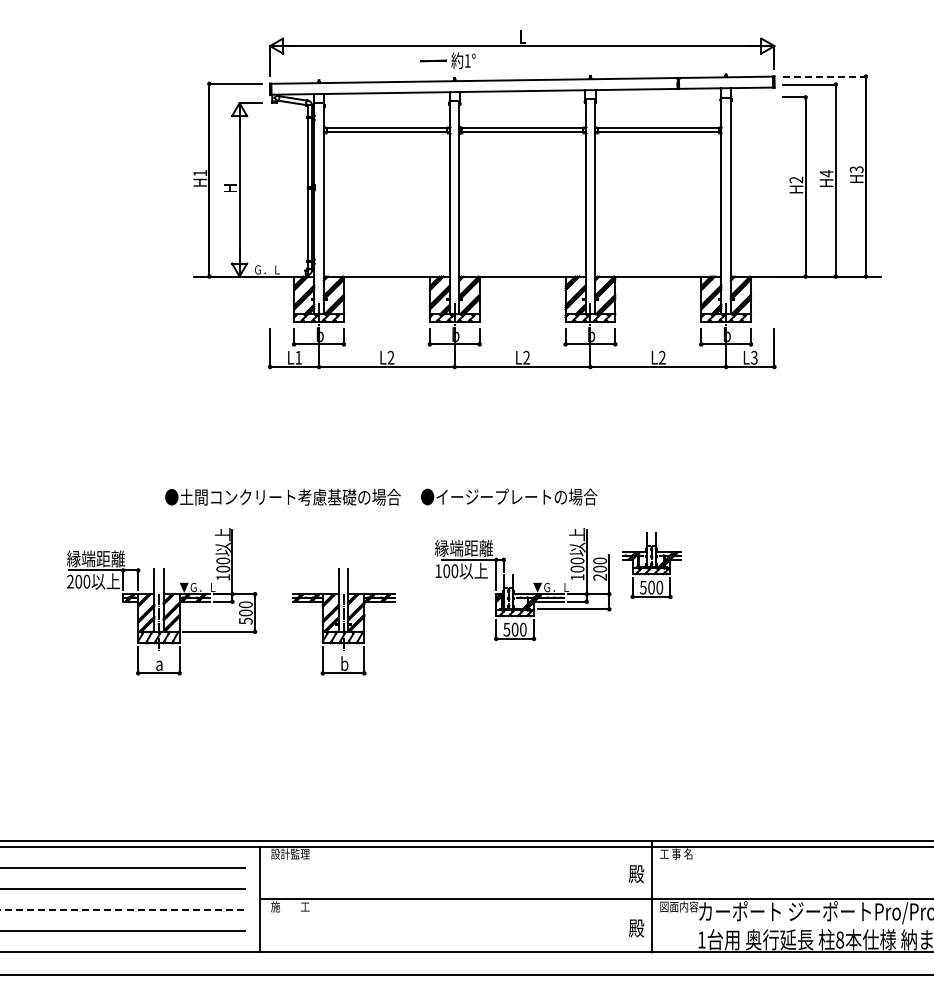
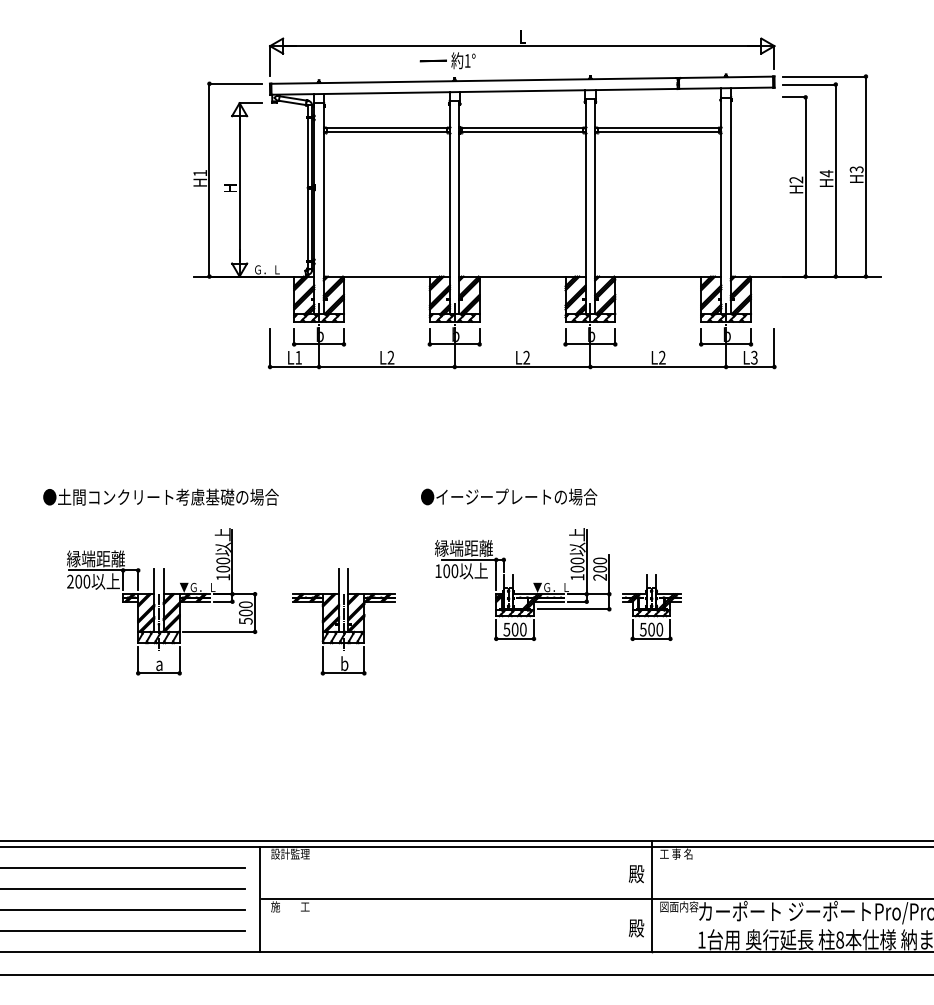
line at (825, 76): dashed -> solid
text at (282, 496) position: (282, 496) -> (160, 496)
part at (651, 565) position: (651, 565) -> (651, 607)
line at (122, 910): dashed -> solid
